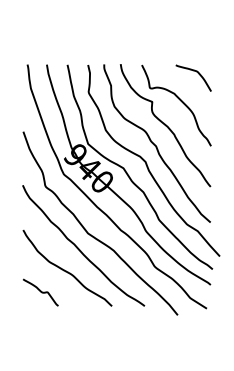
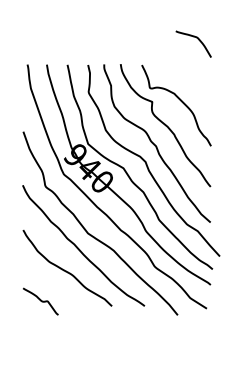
curve at (197, 73) position: (197, 73) -> (197, 39)
curve at (40, 292) position: (40, 292) -> (40, 301)
